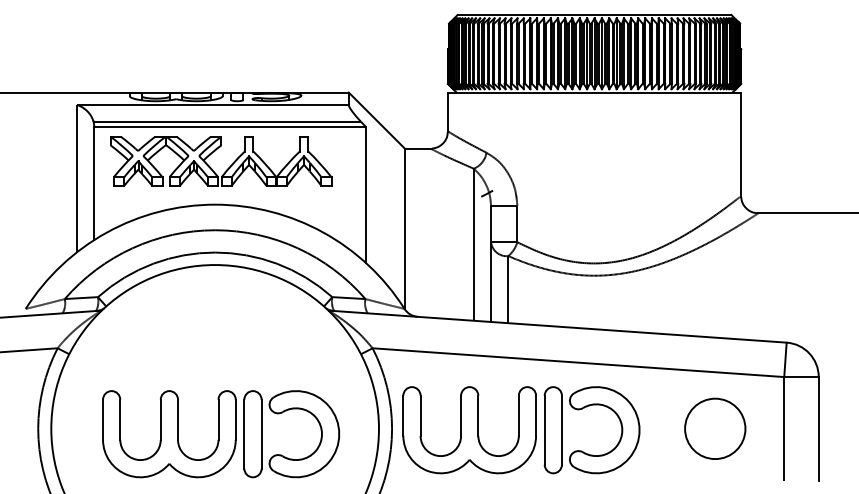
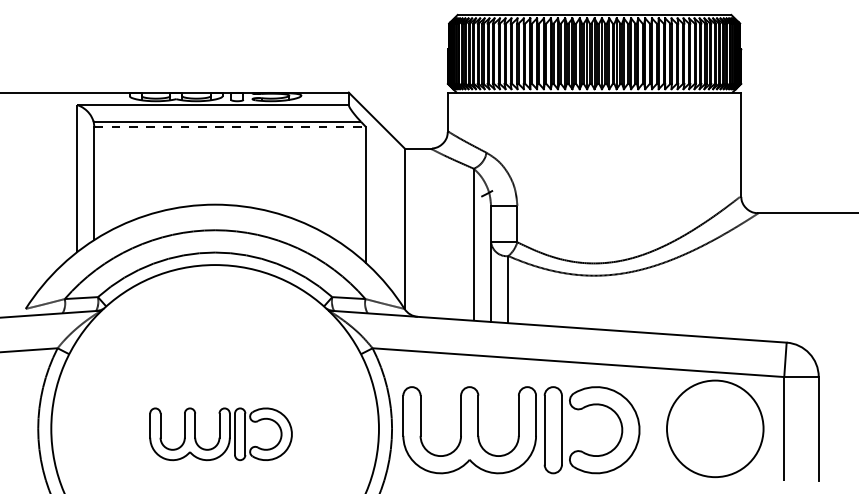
line at (230, 127): solid -> dashed
part at (228, 167): present -> none
circle at (715, 428) diameter: 60 px -> 97 px
part at (220, 434) size: 238x89 px -> 144x55 px
